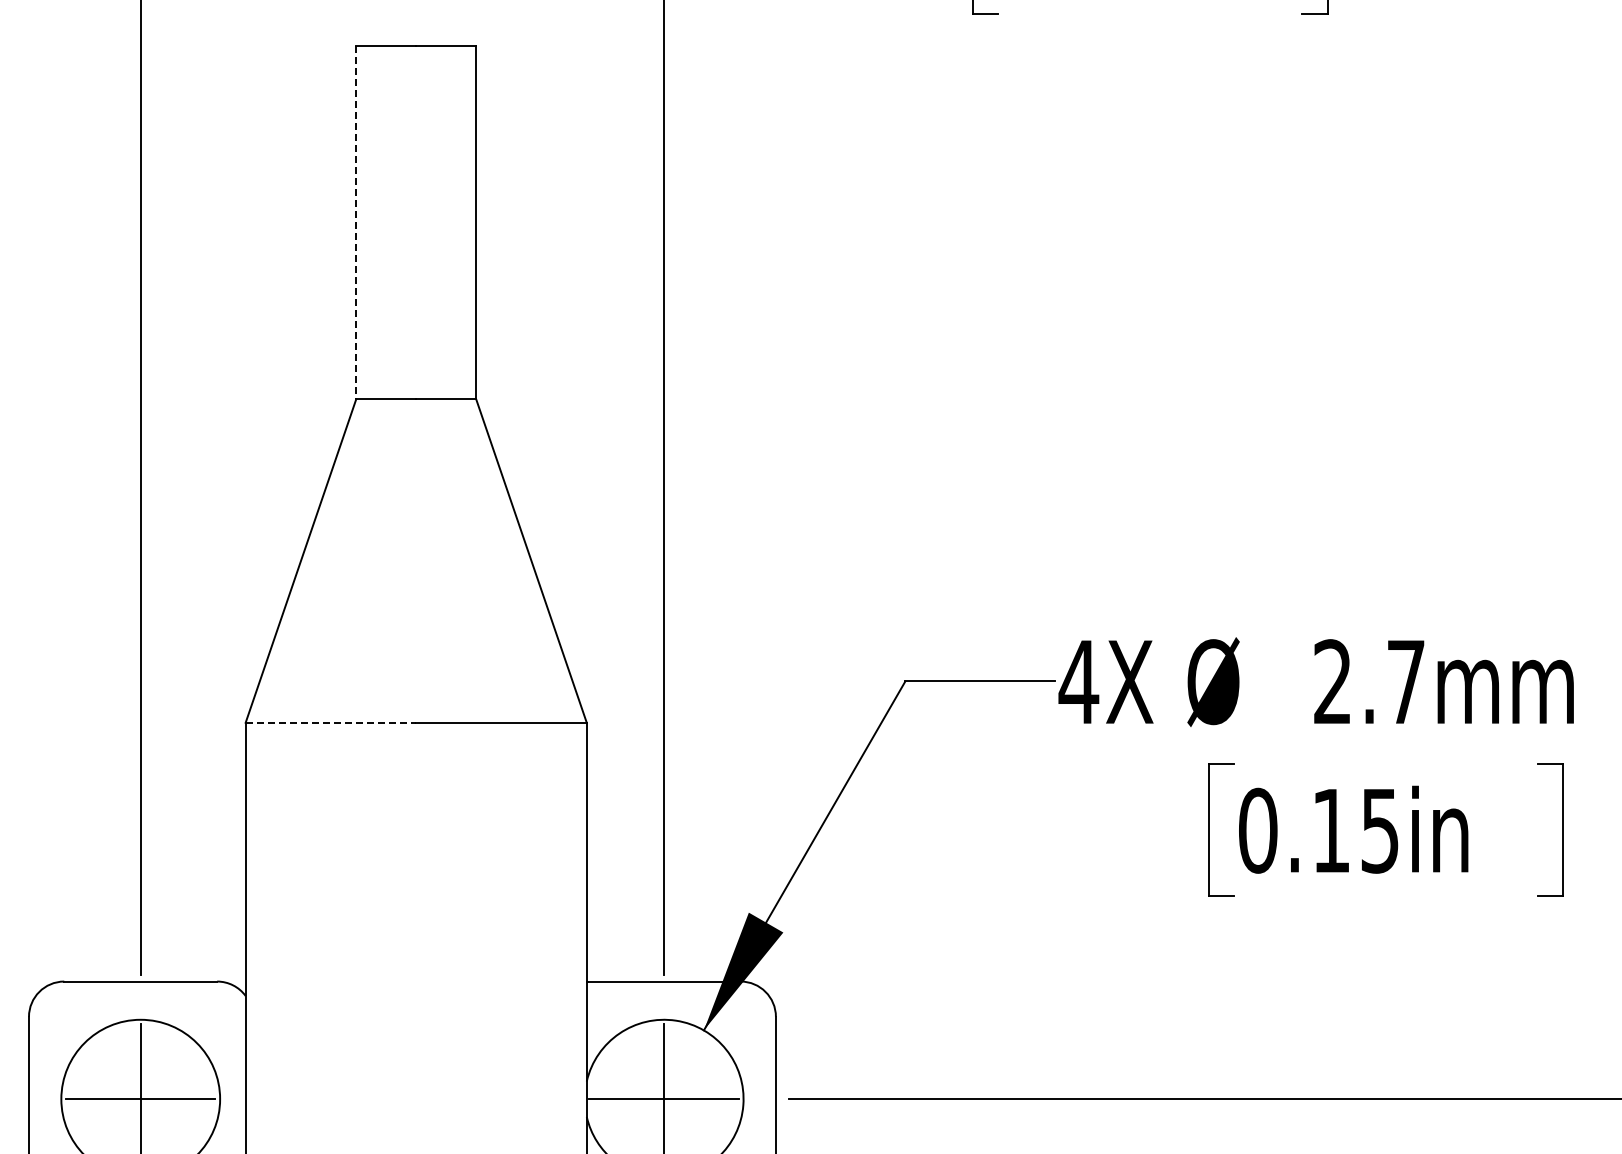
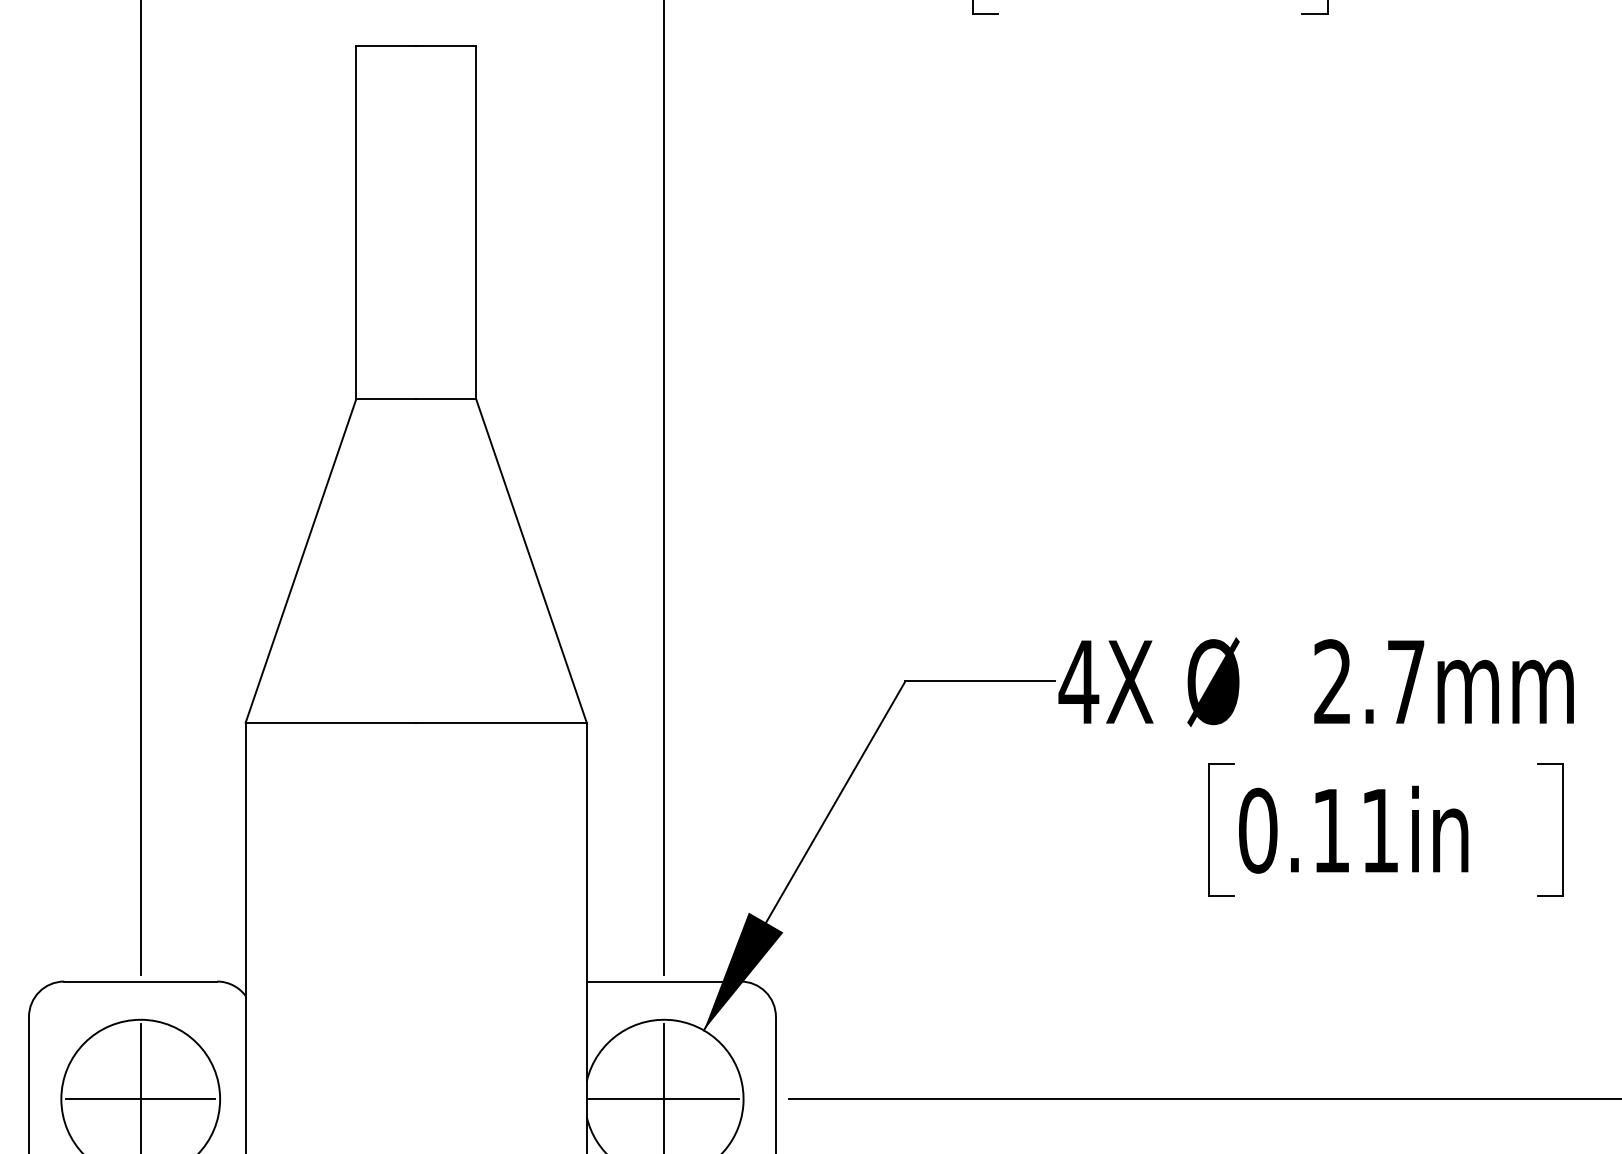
line at (356, 223): dashed -> solid
line at (331, 722): dashed -> solid
text at (1379, 831): 0.15in -> 0.11in
